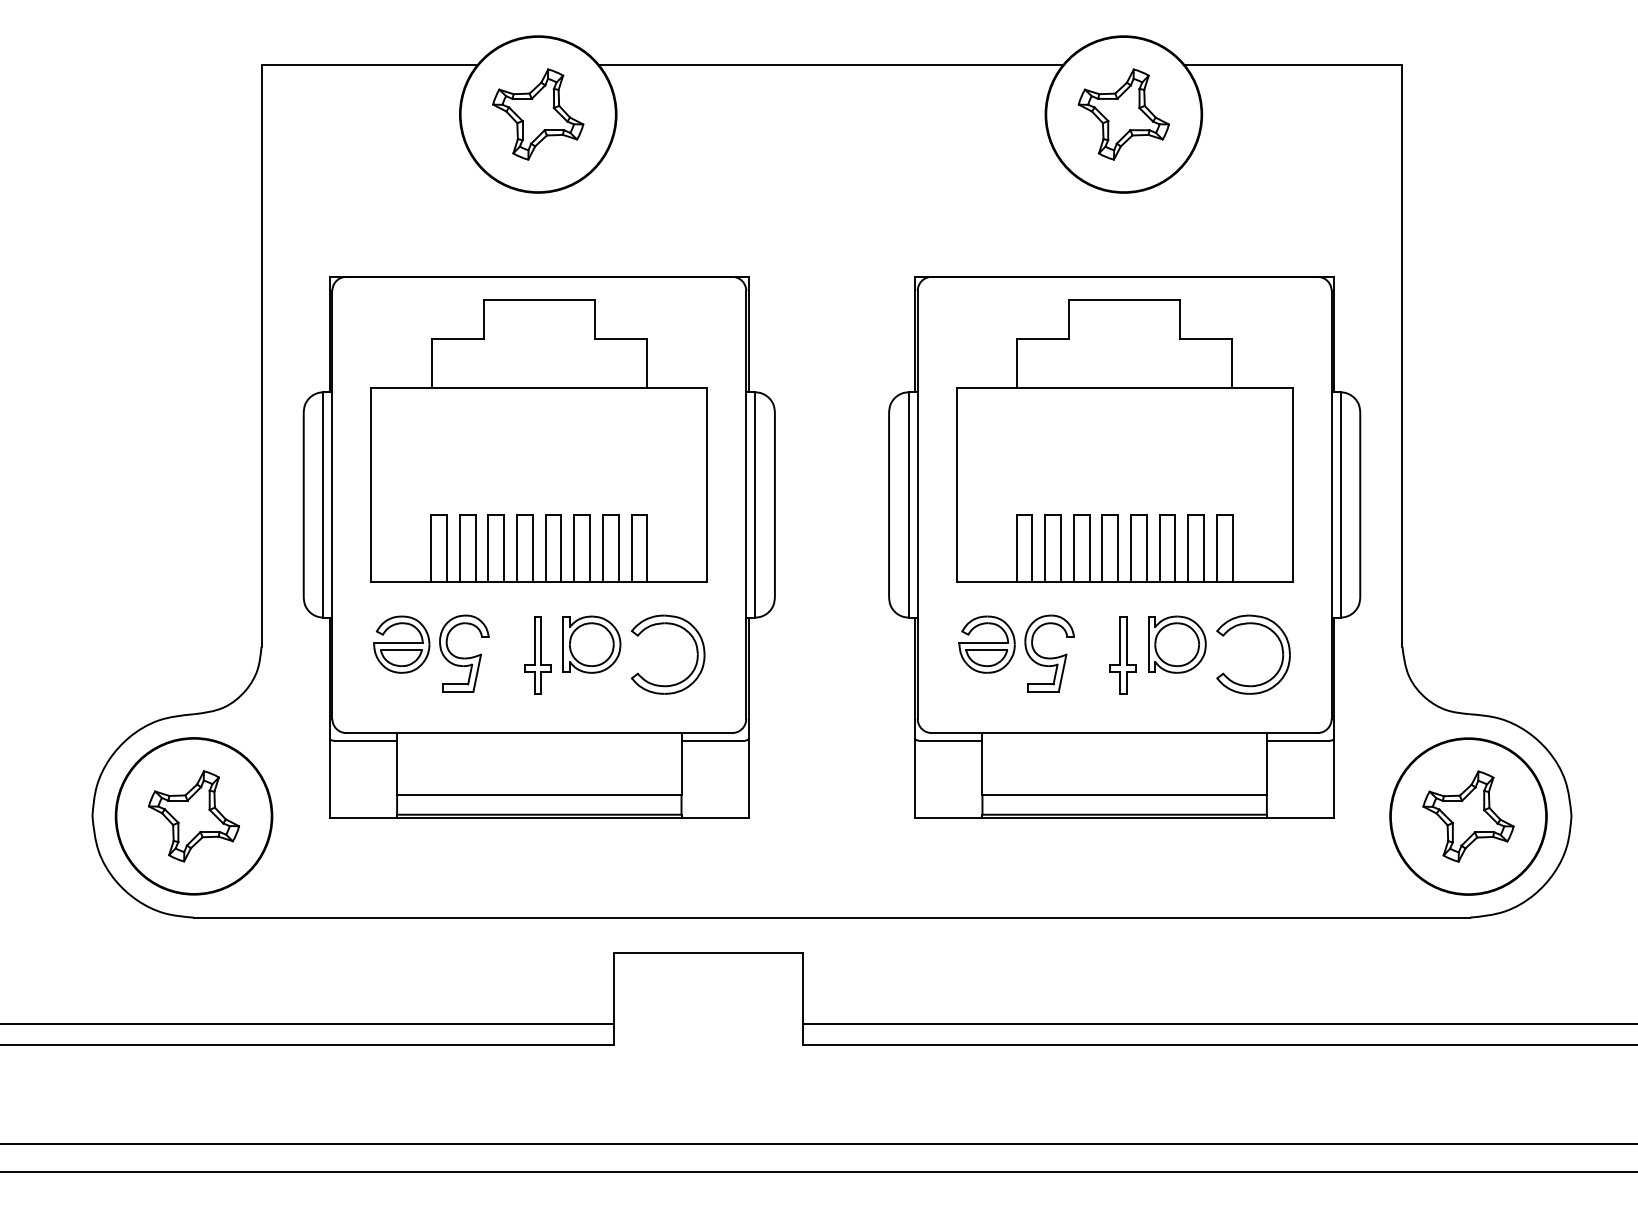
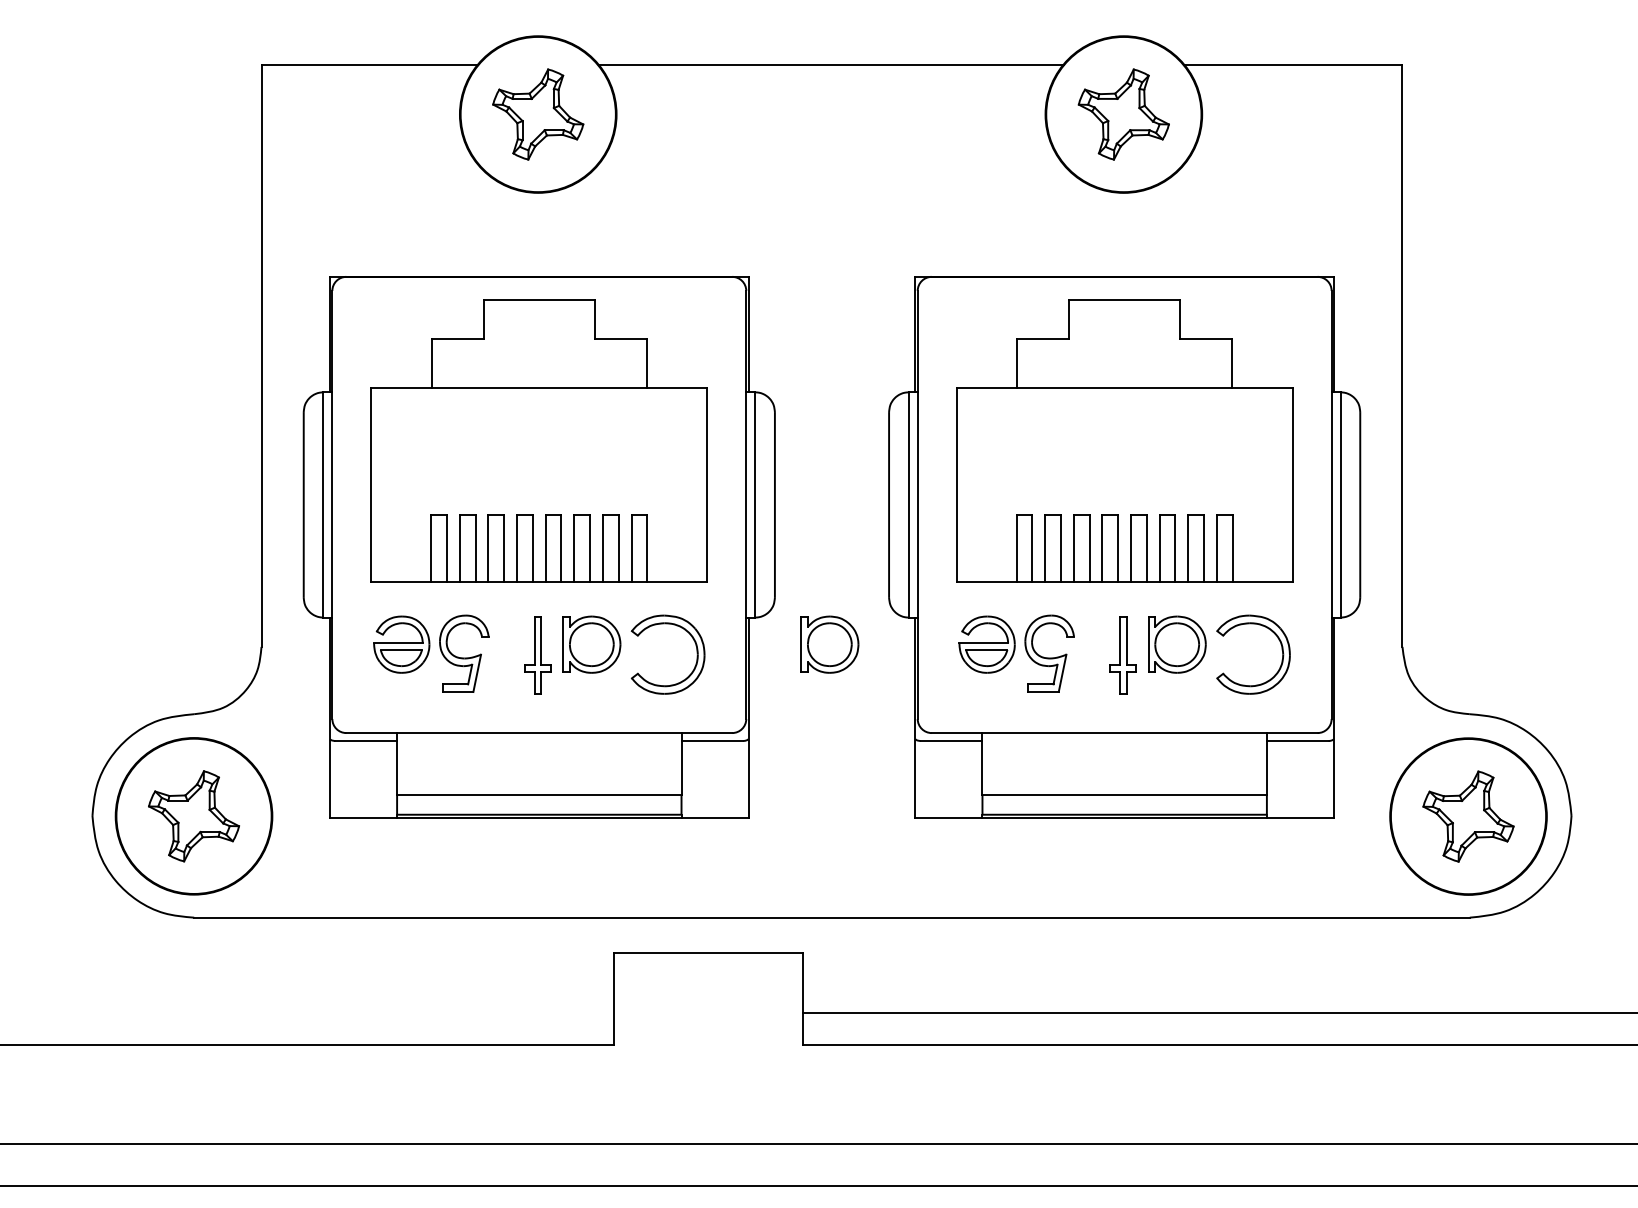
part at (829, 644): none -> present
line at (307, 1024): present -> none
line at (1218, 1024) position: (1218, 1024) -> (1218, 1013)
line at (818, 1171) position: (818, 1171) -> (818, 1185)
